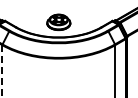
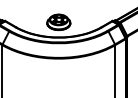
line at (2, 71): dashed -> solid
